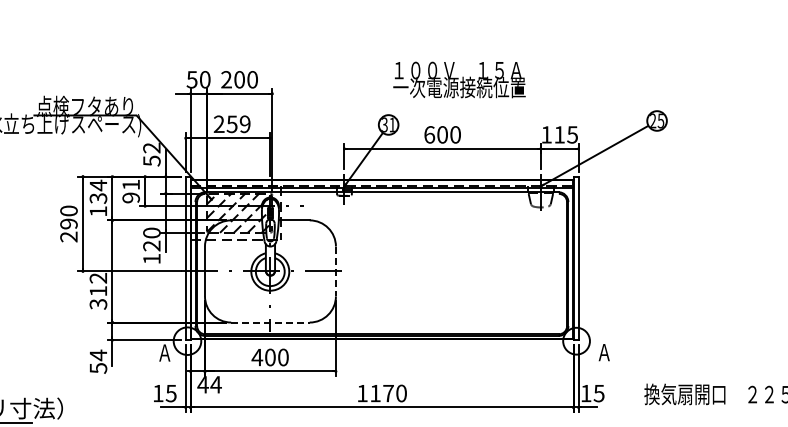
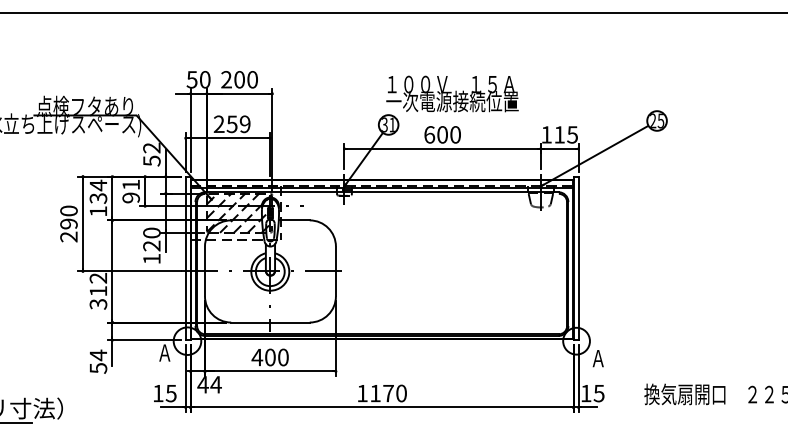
line at (393, 12): none -> present
text at (459, 79) position: (459, 79) -> (452, 93)
line at (335, 271): dashed -> solid
line at (270, 322): dashed -> solid
text at (603, 352) position: (603, 352) -> (597, 358)
